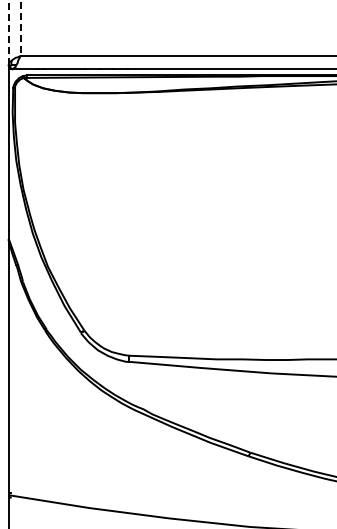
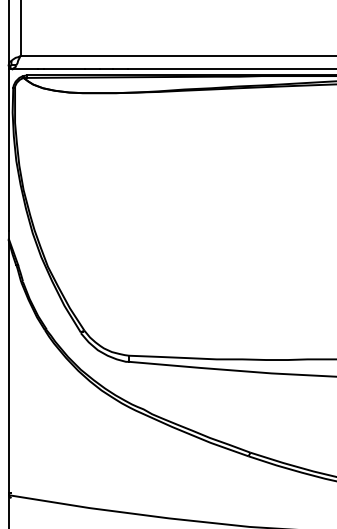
line at (20, 28): dashed -> solid
line at (8, 32): dashed -> solid
